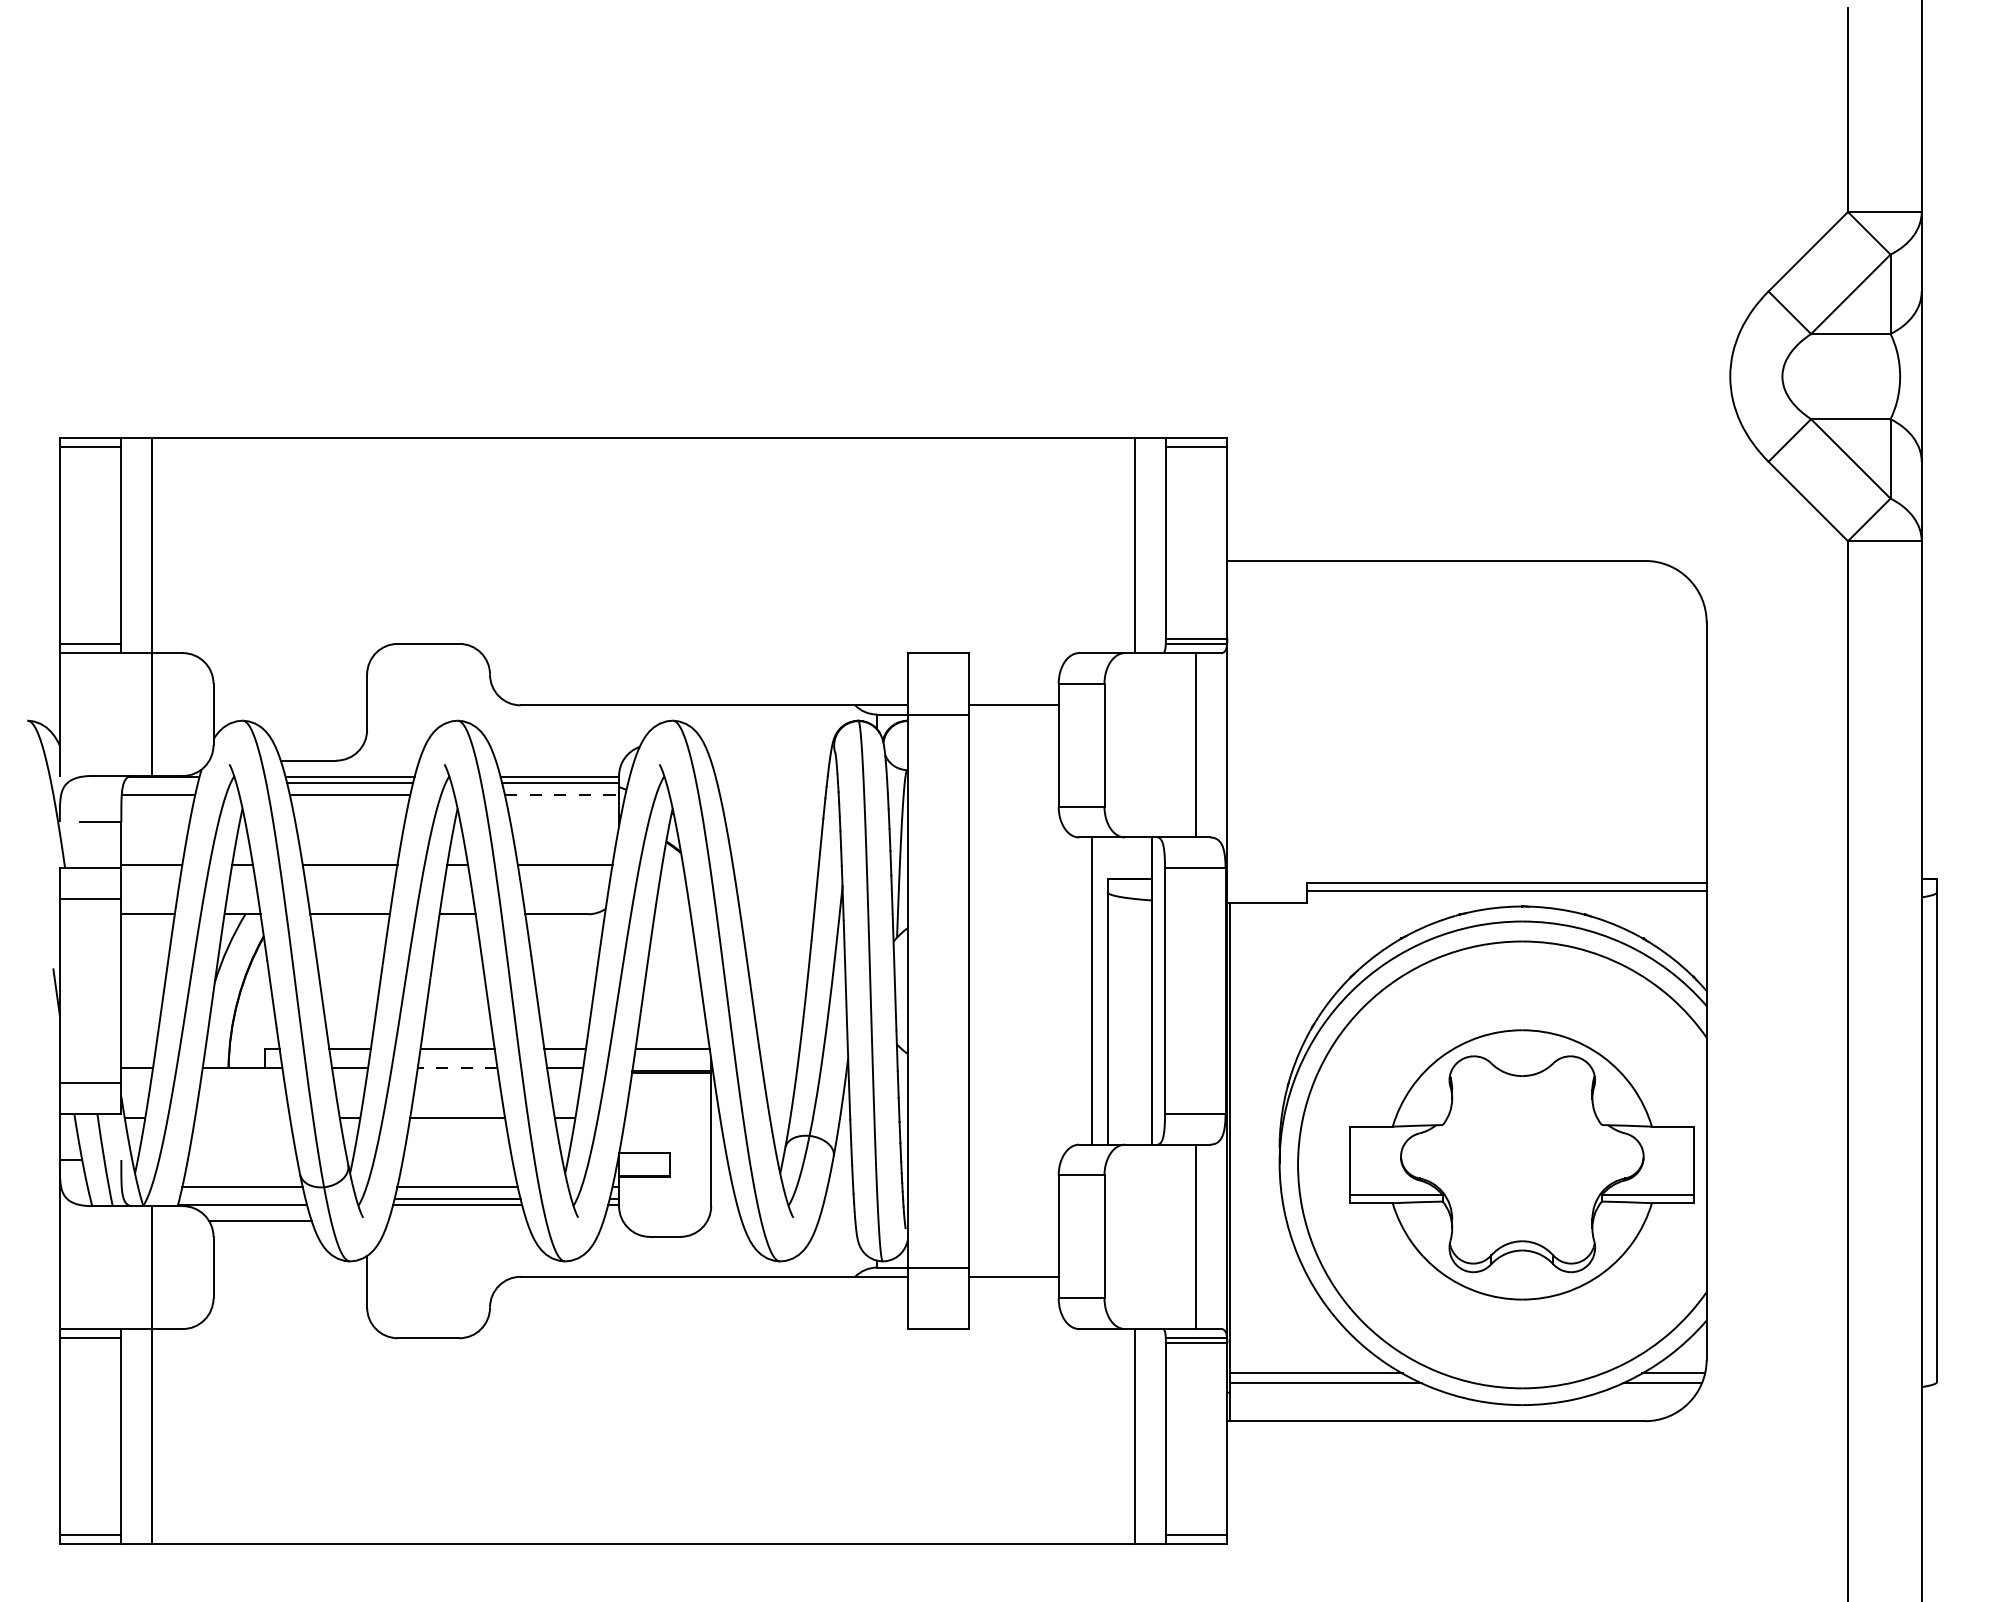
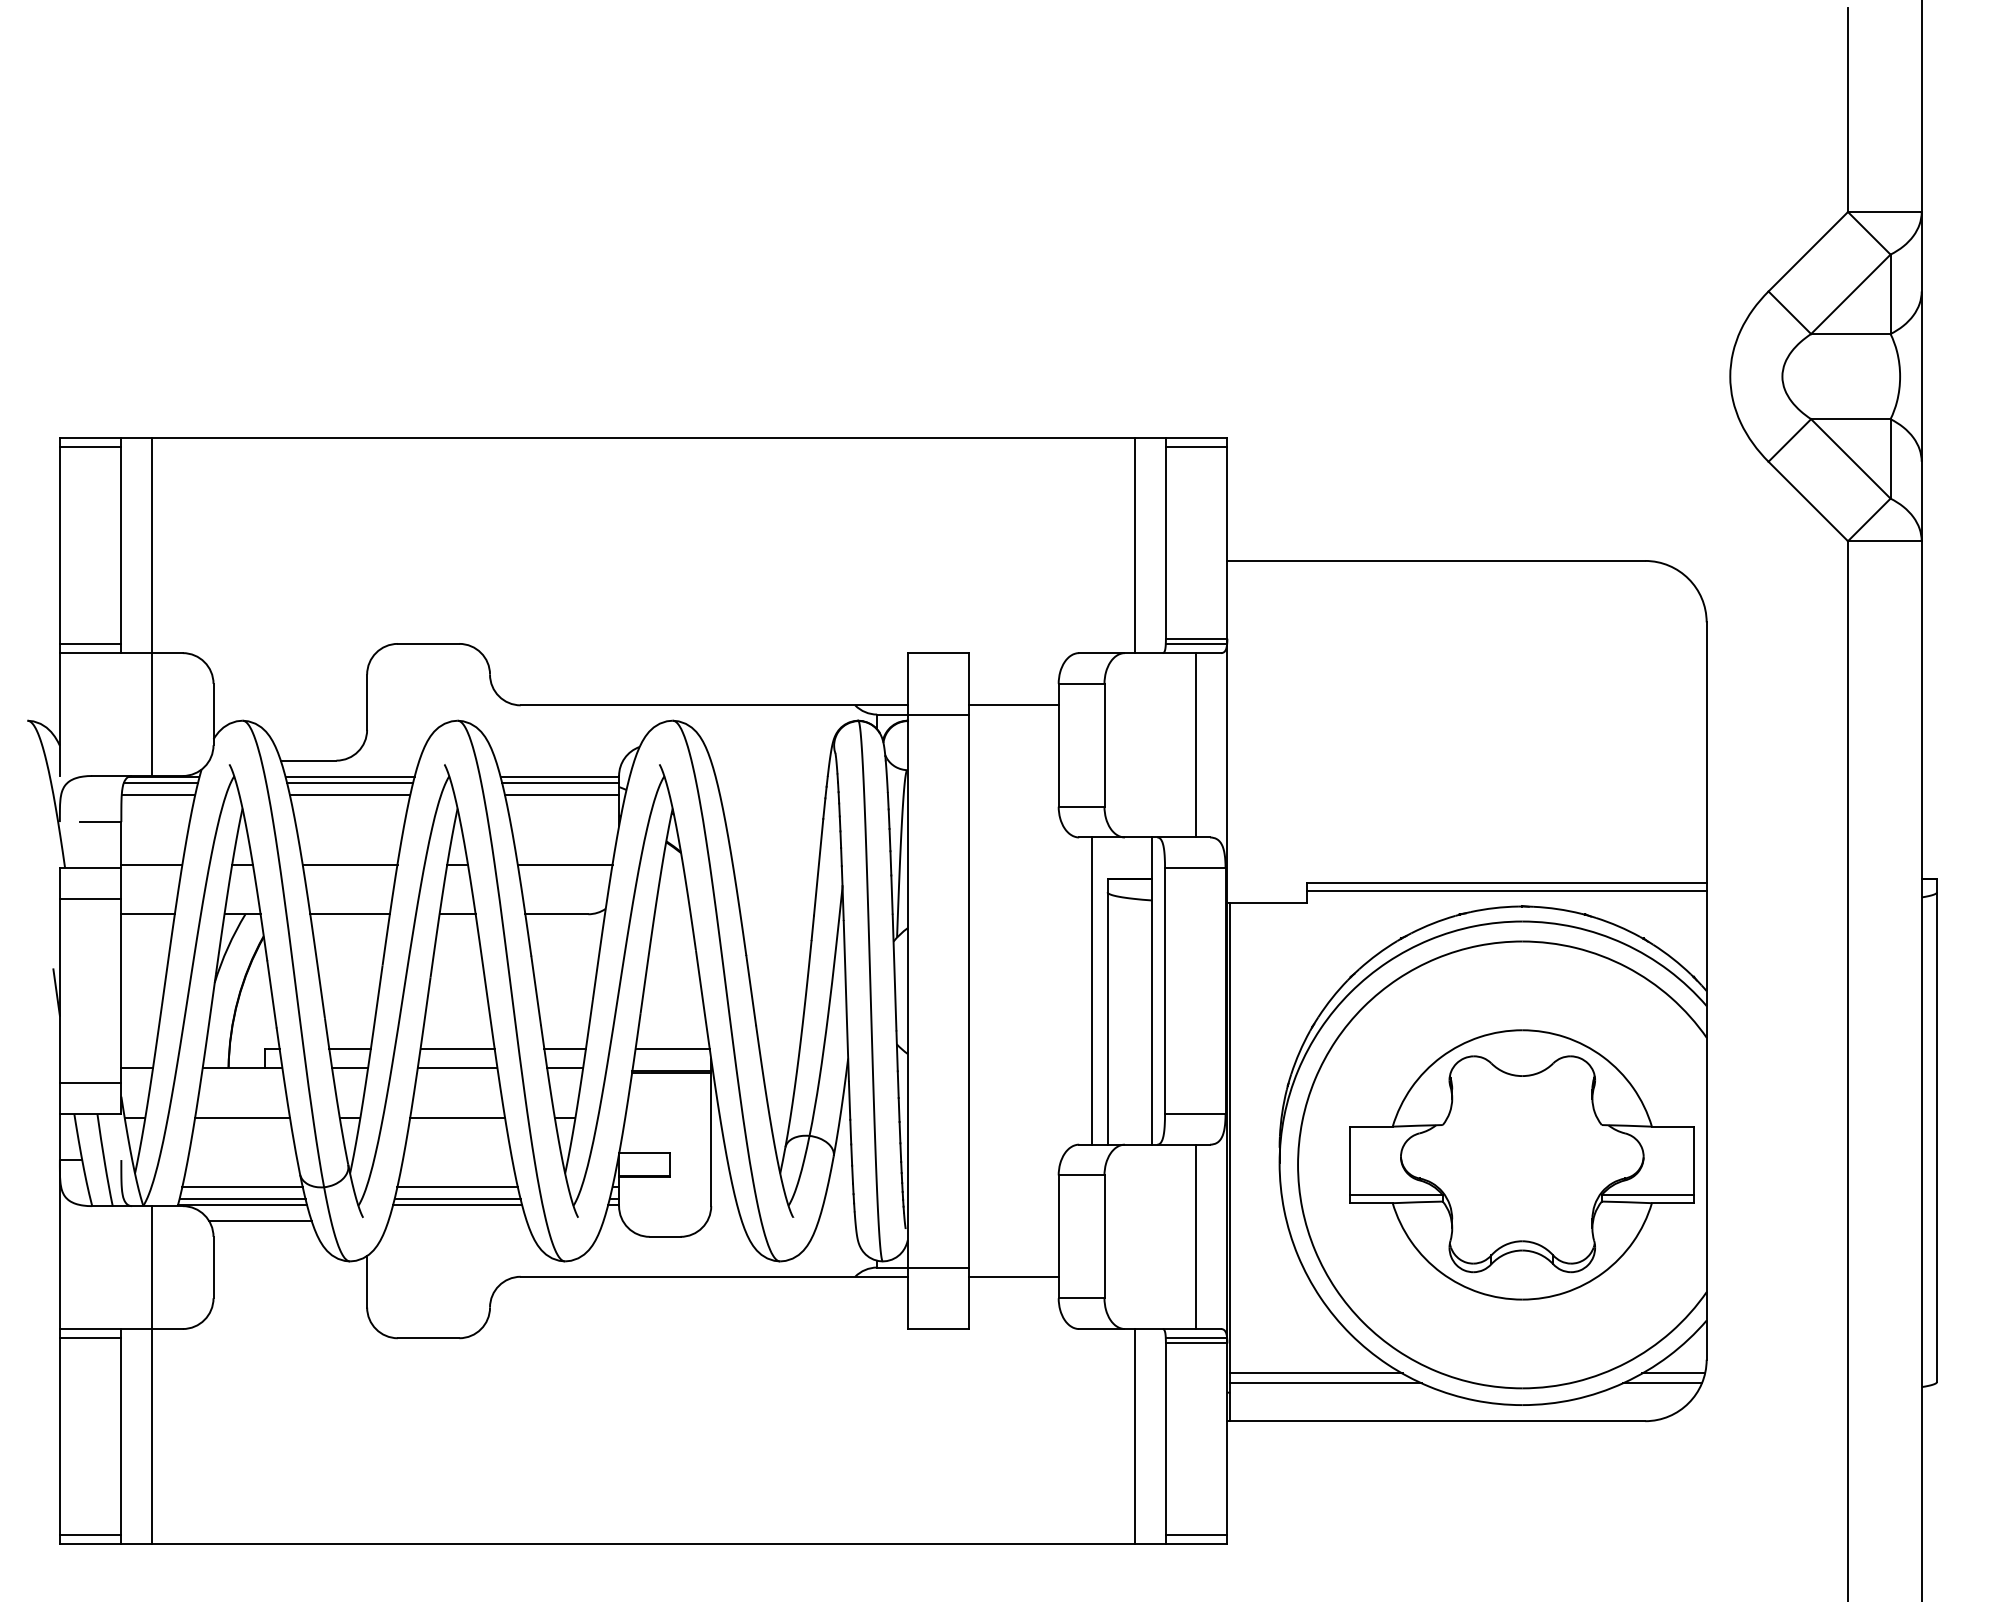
line at (160, 783): none -> present
line at (562, 795): dashed -> solid
line at (457, 1067): dashed -> solid
line at (242, 1117): none -> present
line at (242, 1199): none -> present
